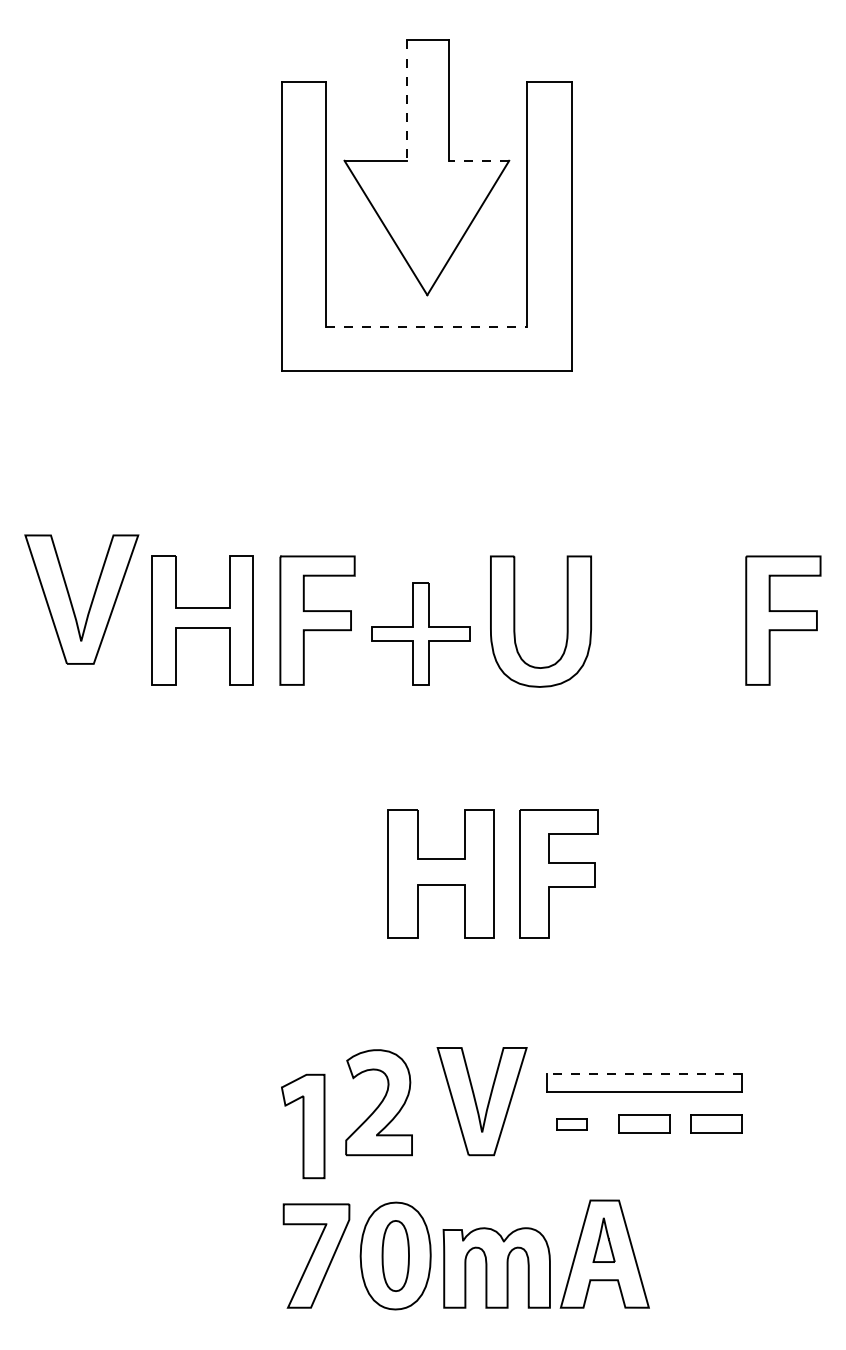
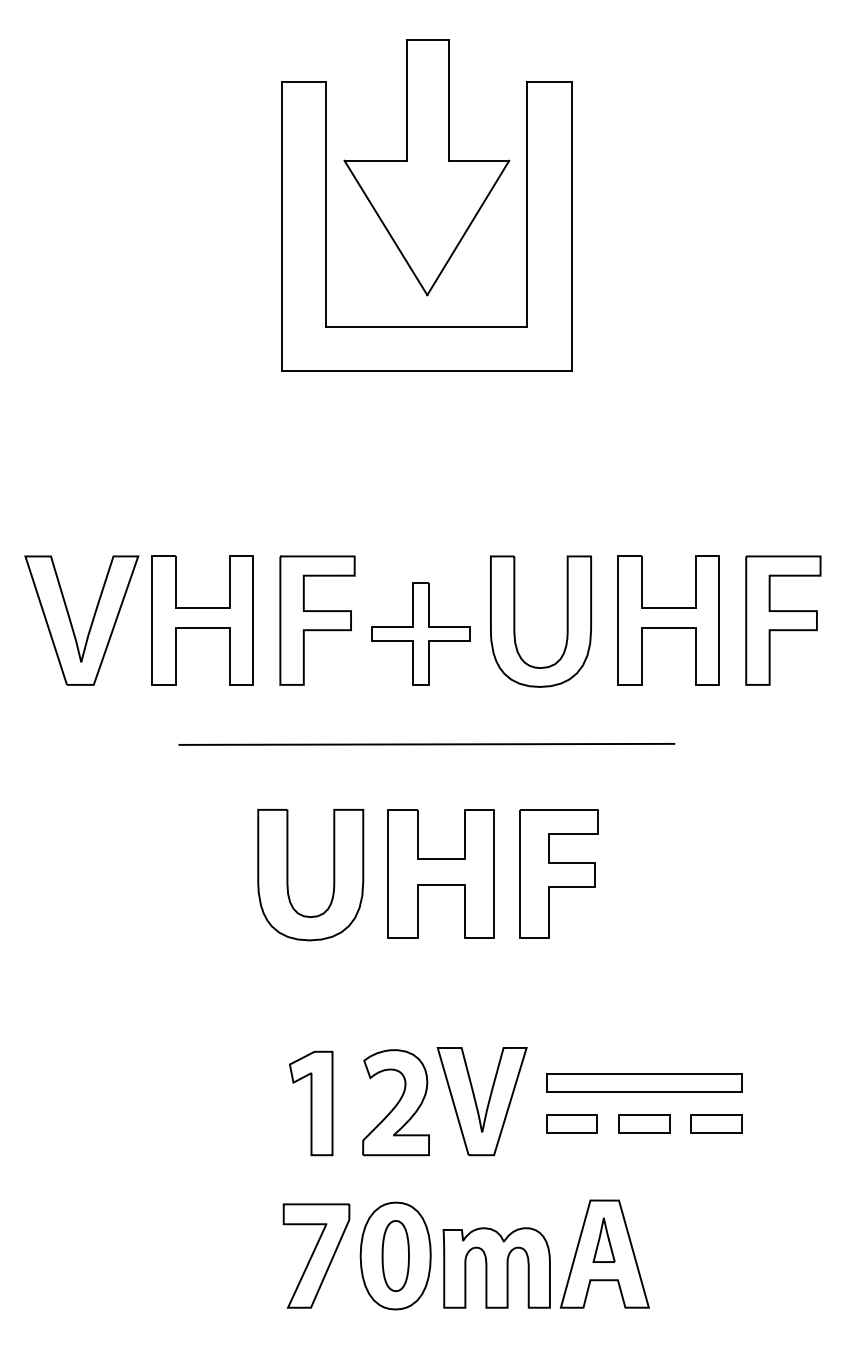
line at (407, 101): dashed -> solid
line at (478, 160): dashed -> solid
line at (426, 327): dashed -> solid
part at (72, 603) position: (72, 603) -> (72, 624)
part at (668, 620): none -> present
line at (426, 743): none -> present
part at (288, 875): none -> present
line at (644, 1074): dashed -> solid
part at (378, 1102) position: (378, 1102) -> (395, 1102)
part at (571, 1124) size: 32x13 px -> 52x20 px
part at (303, 1126) position: (303, 1126) -> (311, 1103)
